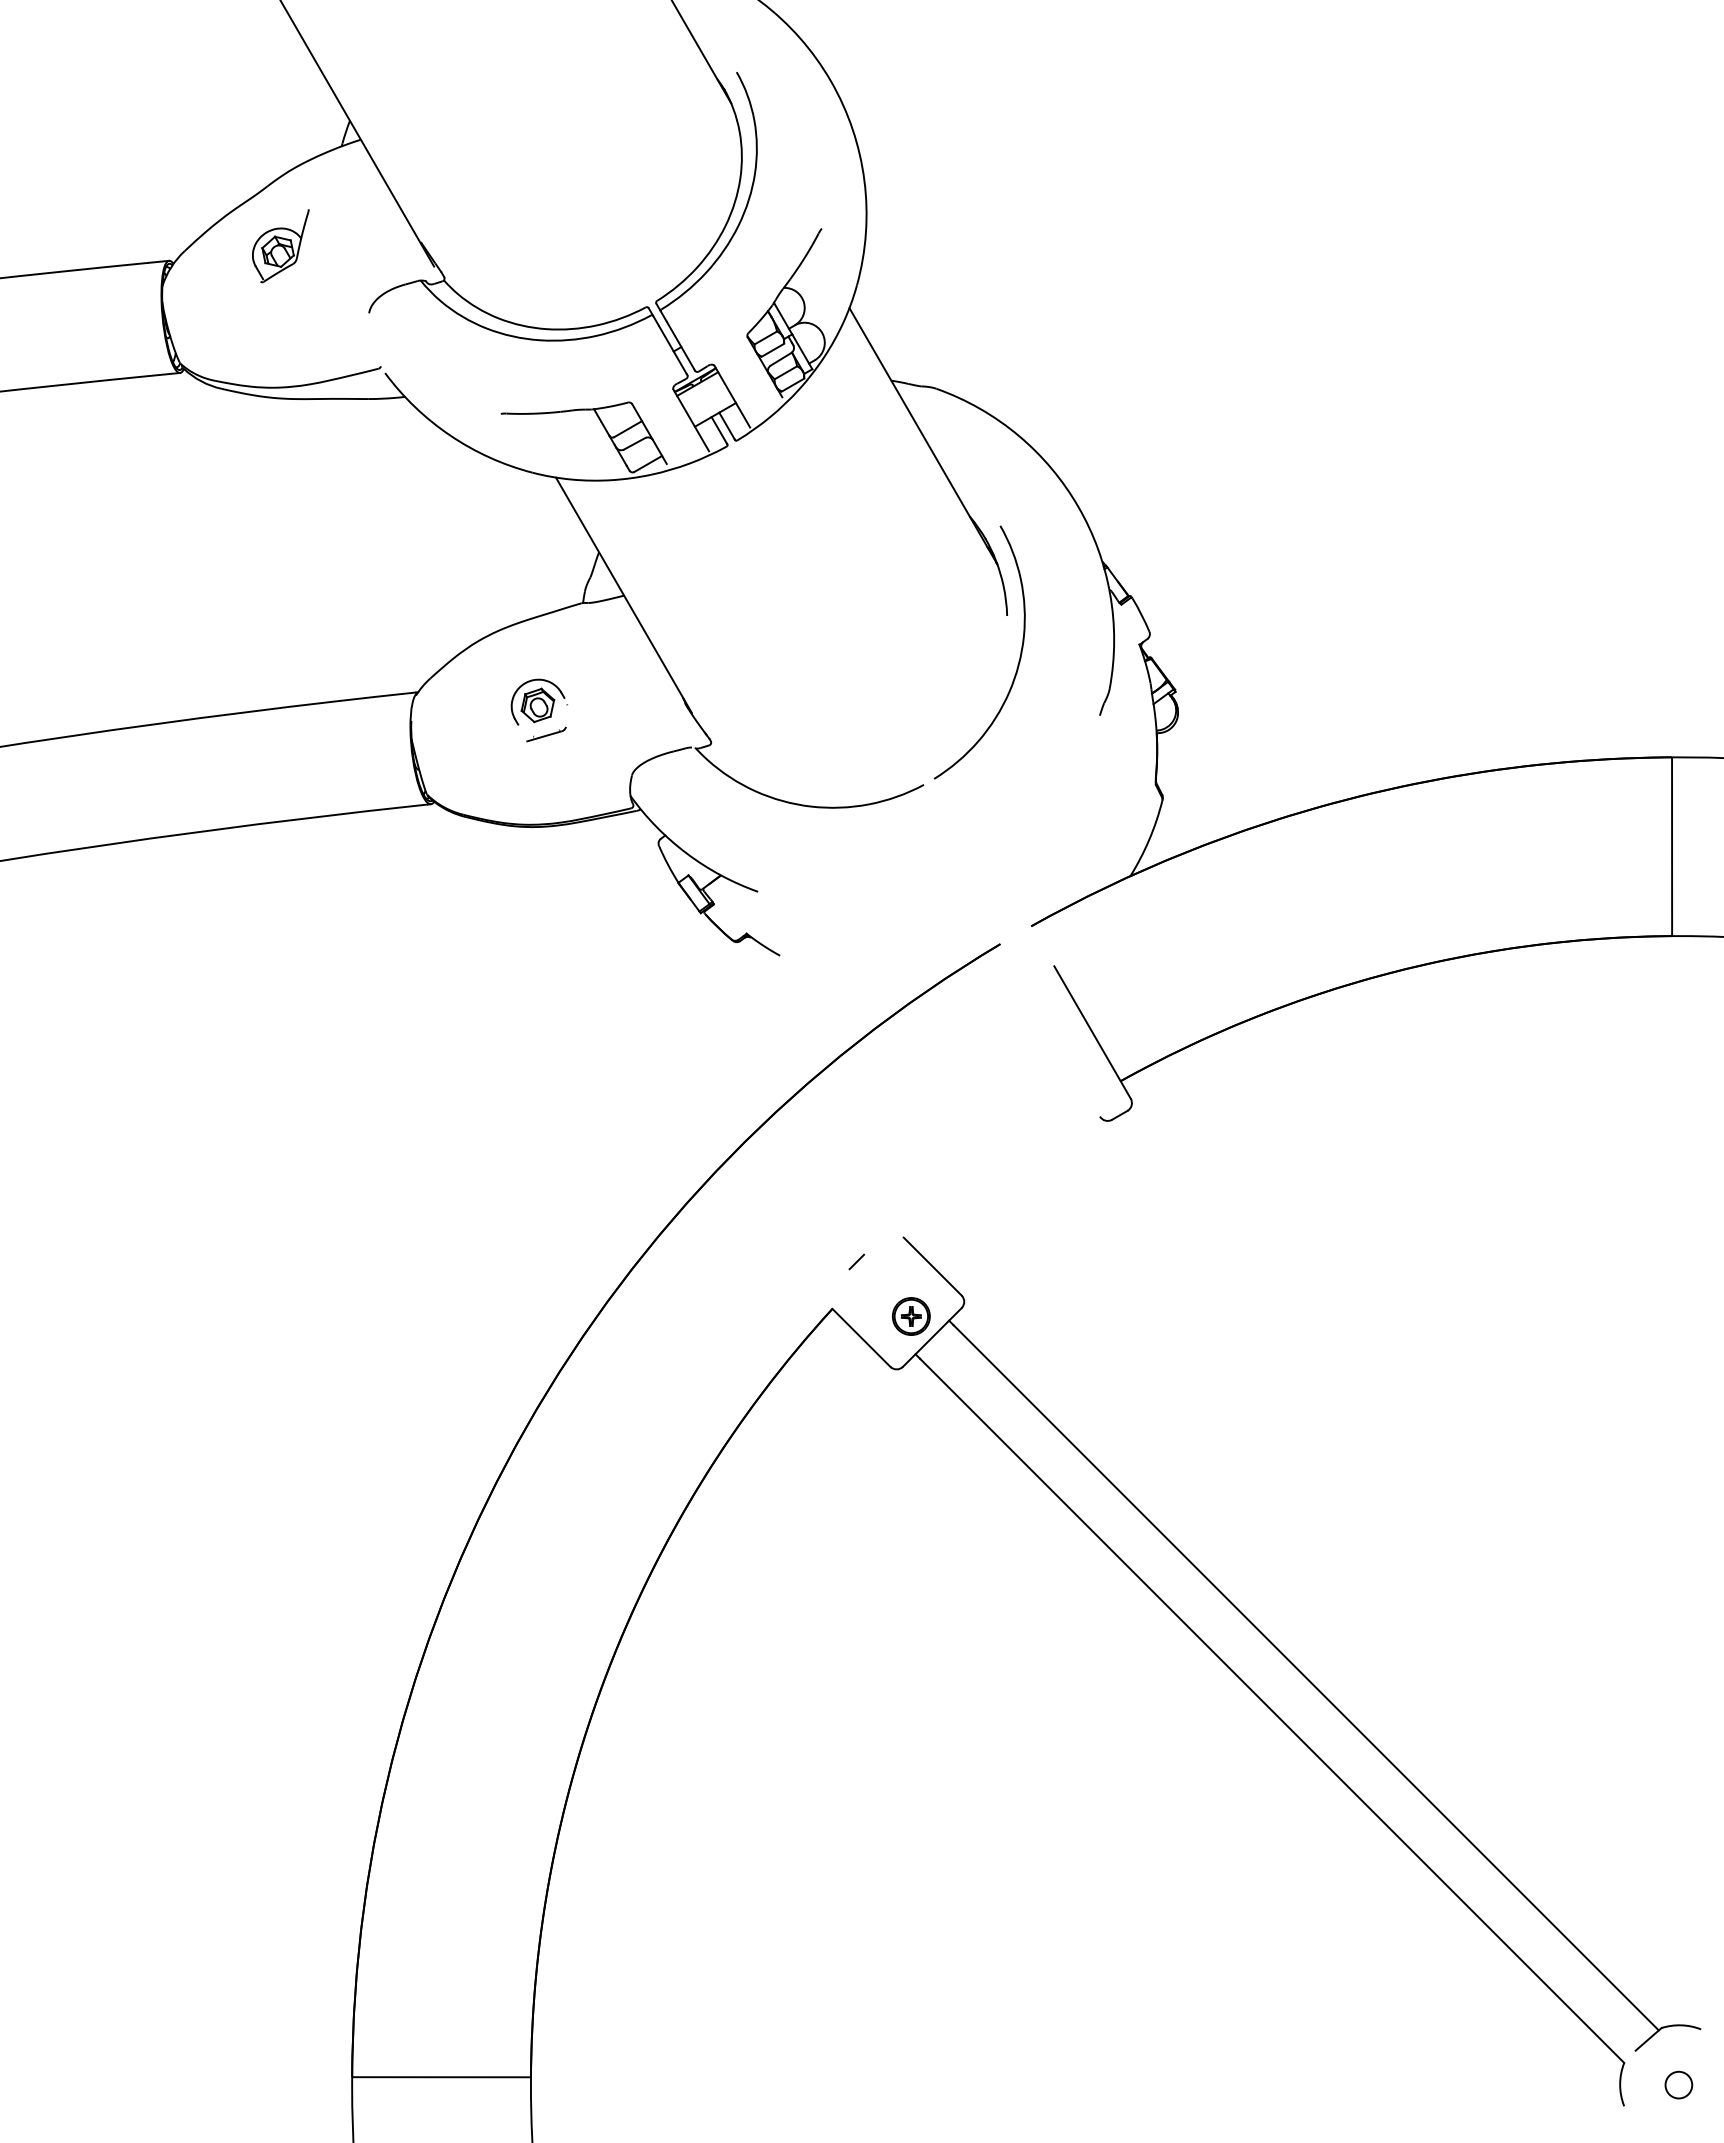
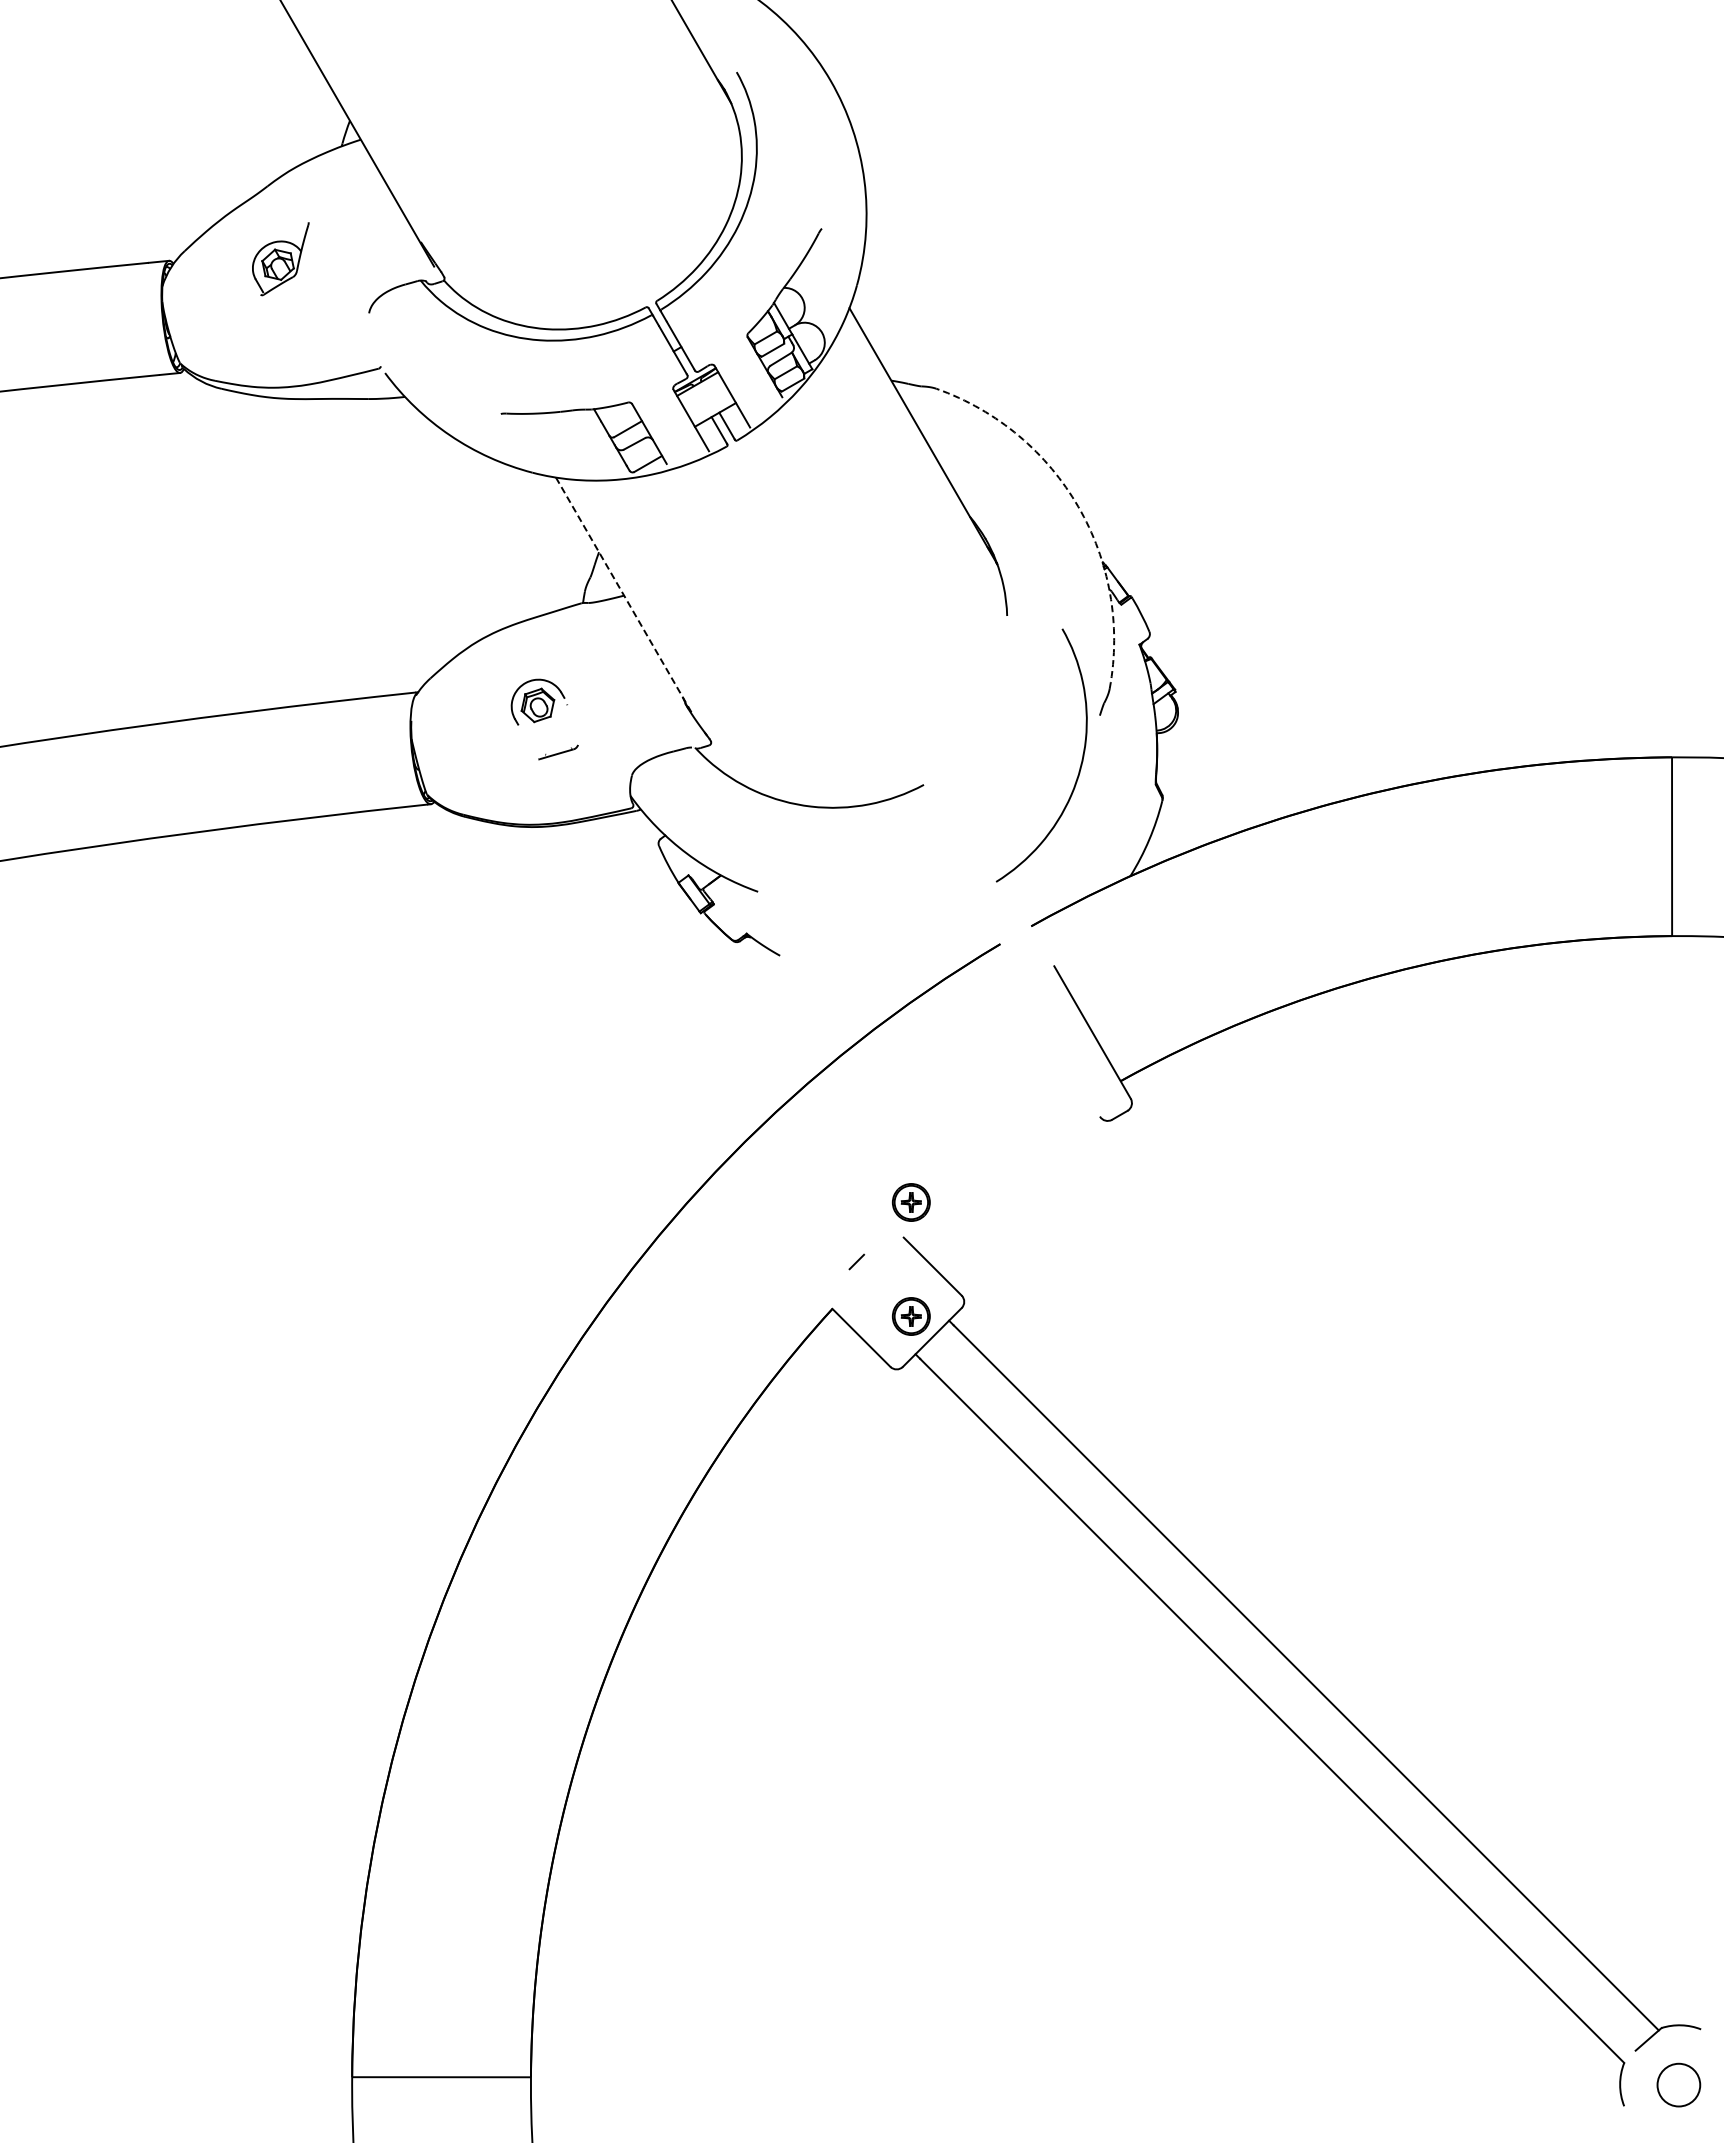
part at (280, 246) position: (280, 246) -> (280, 259)
arc at (1078, 506): solid -> dashed
line at (623, 595): solid -> dashed
curve at (1018, 660) position: (1018, 660) -> (1080, 763)
part at (546, 734) position: (546, 734) -> (558, 752)
part at (910, 1202): none -> present
circle at (1678, 2084) diameter: 27 px -> 43 px
